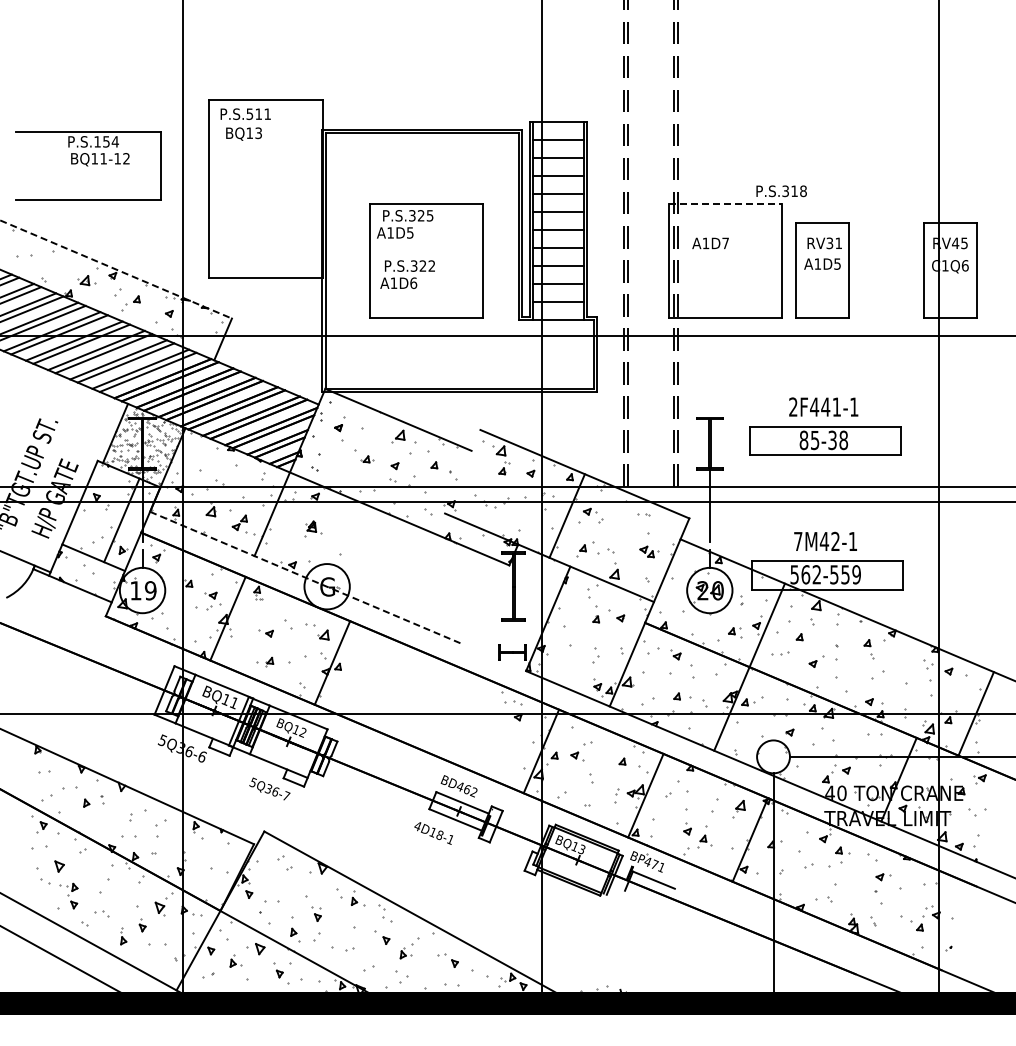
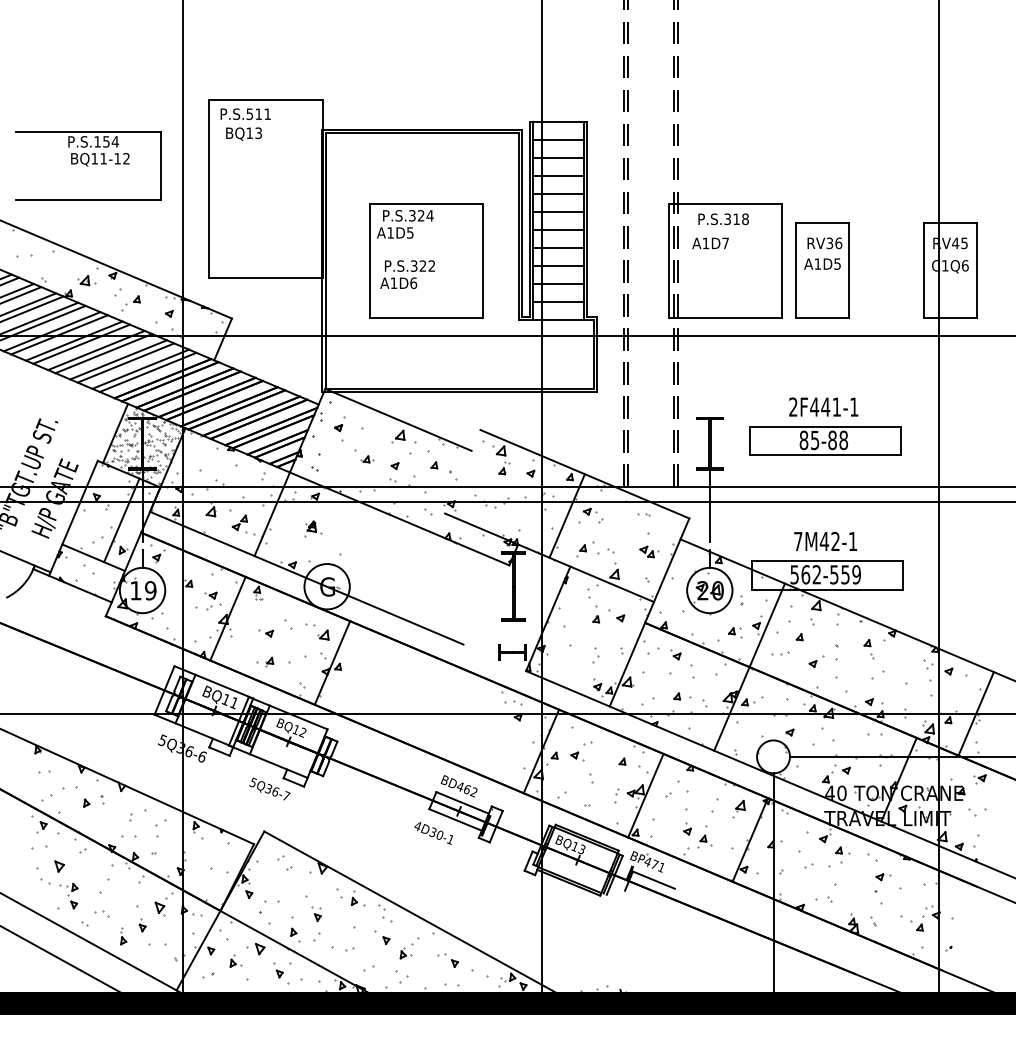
text at (781, 191) position: (781, 191) -> (723, 219)
line at (725, 204): dashed -> solid
text at (429, 215): P.S.325 -> P.S.324
text at (838, 243): RV31 -> RV36
line at (116, 269): dashed -> solid
text at (832, 440): 85-38 -> 85-88
line at (307, 578): dashed -> solid
text at (436, 833): 4D18-1 -> 4D30-1
